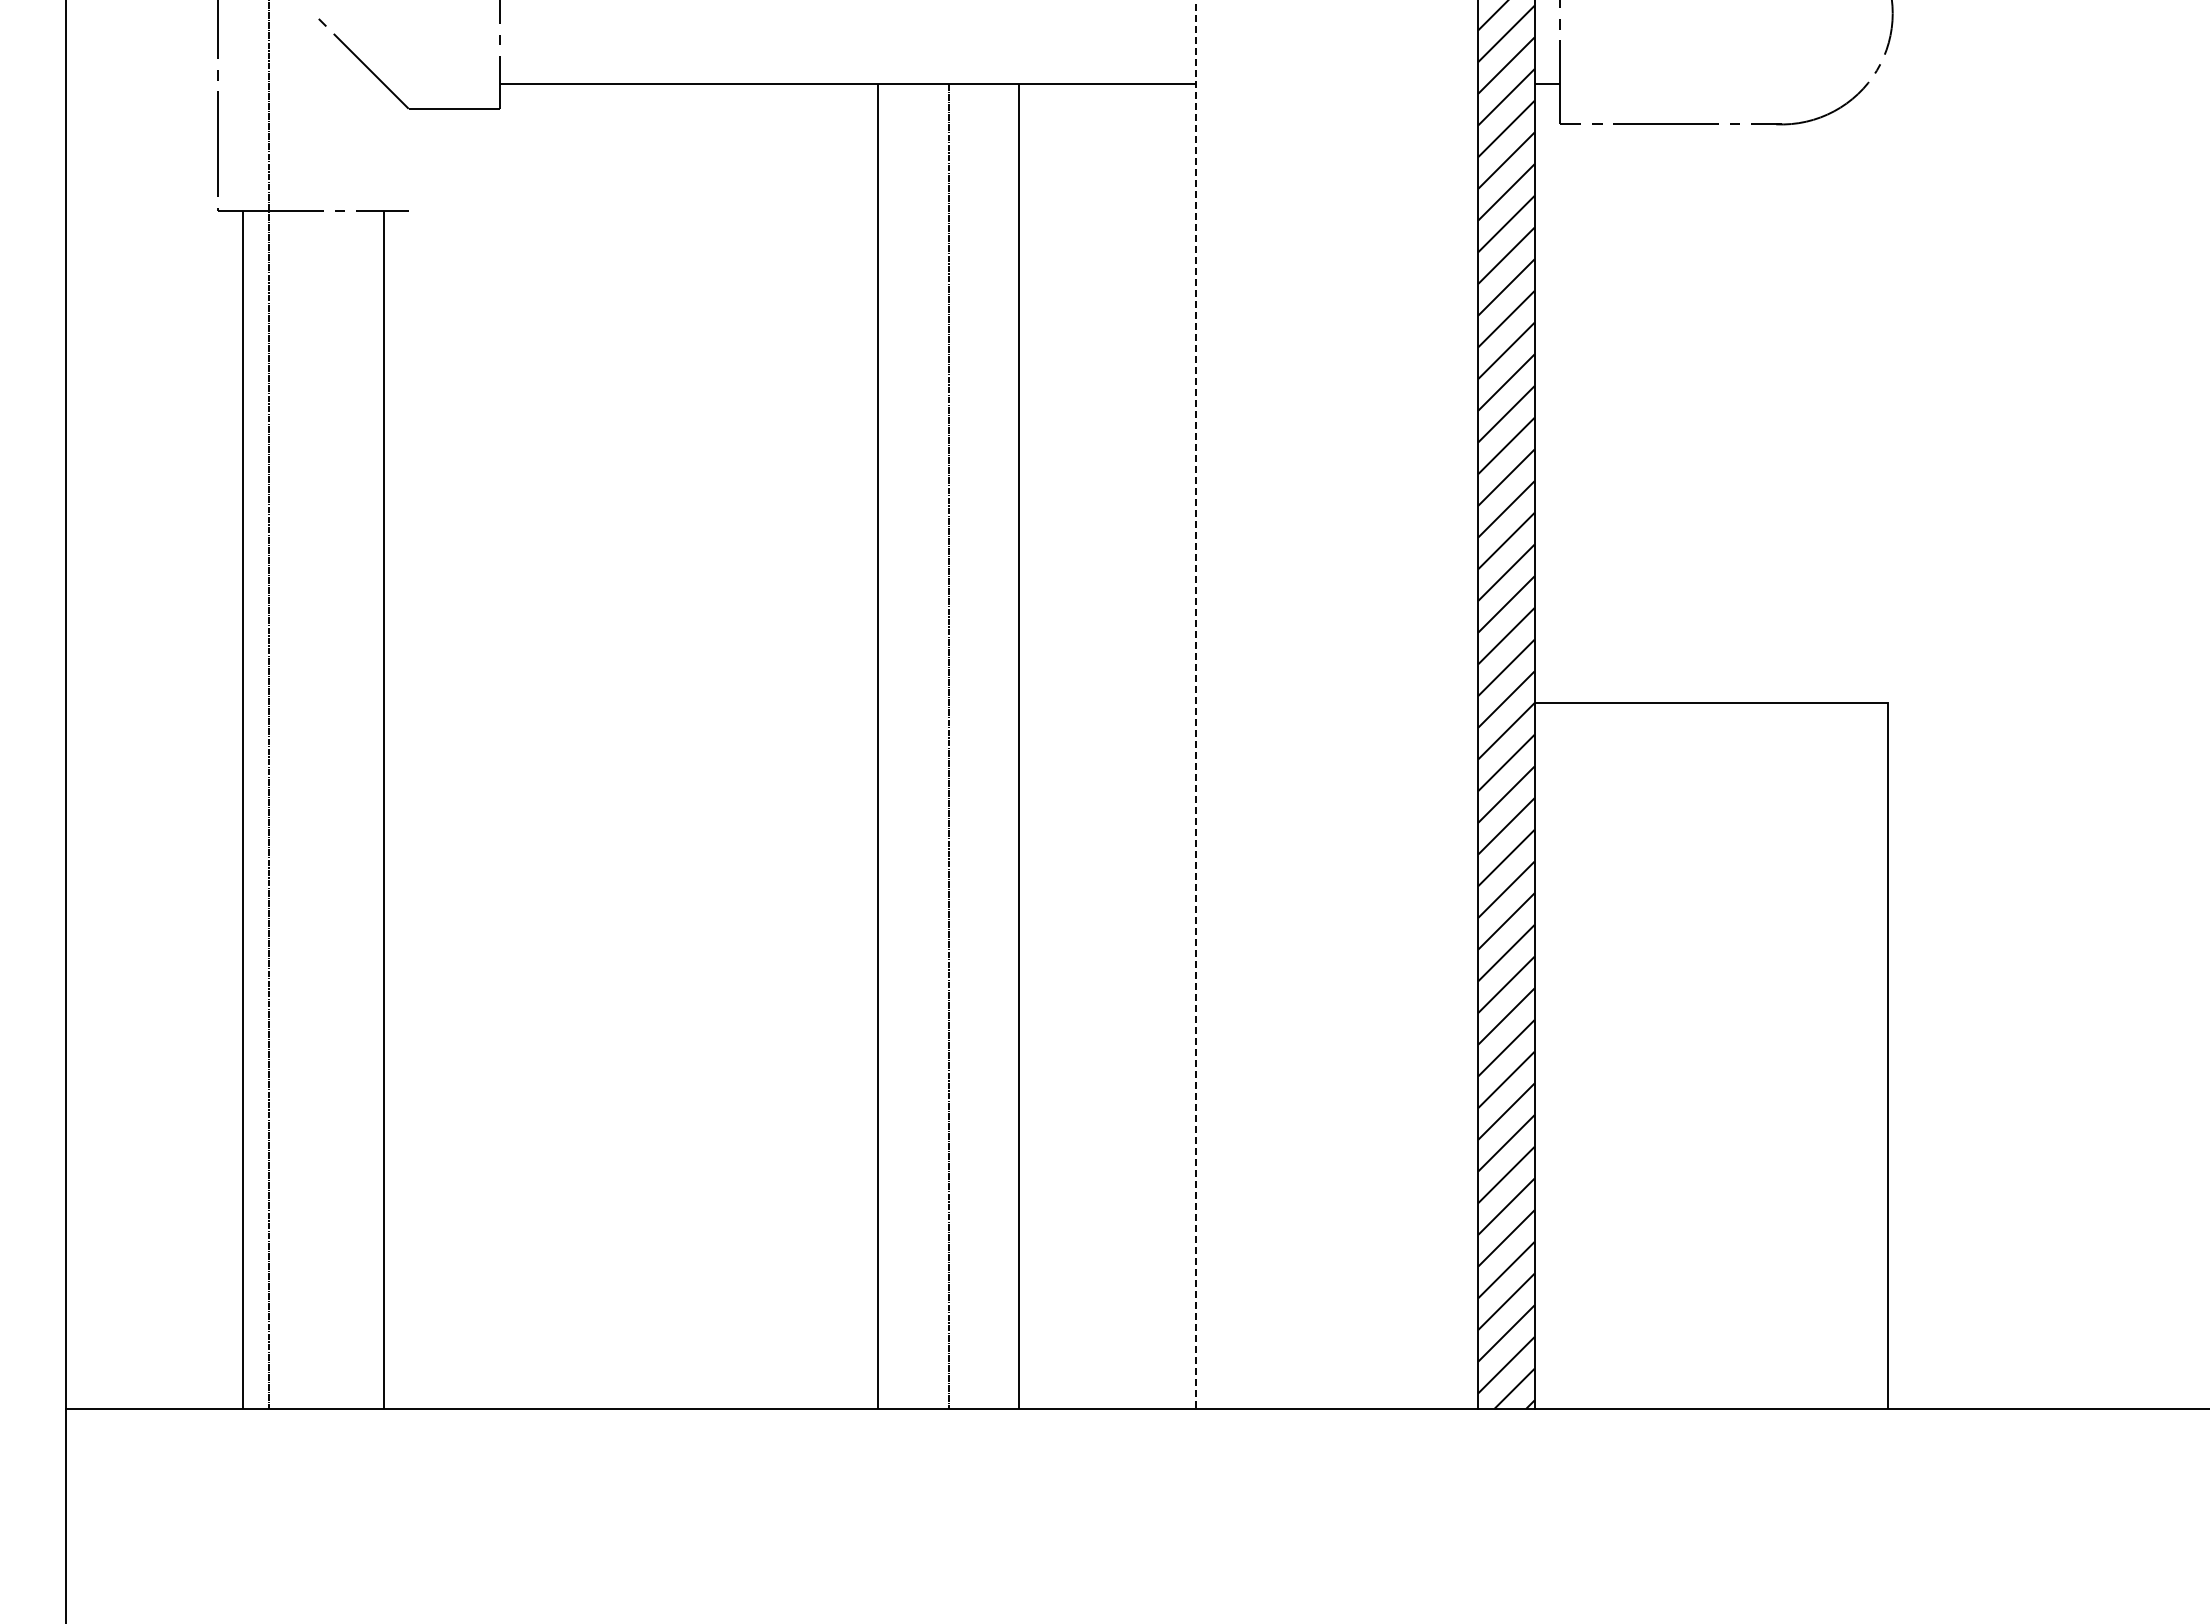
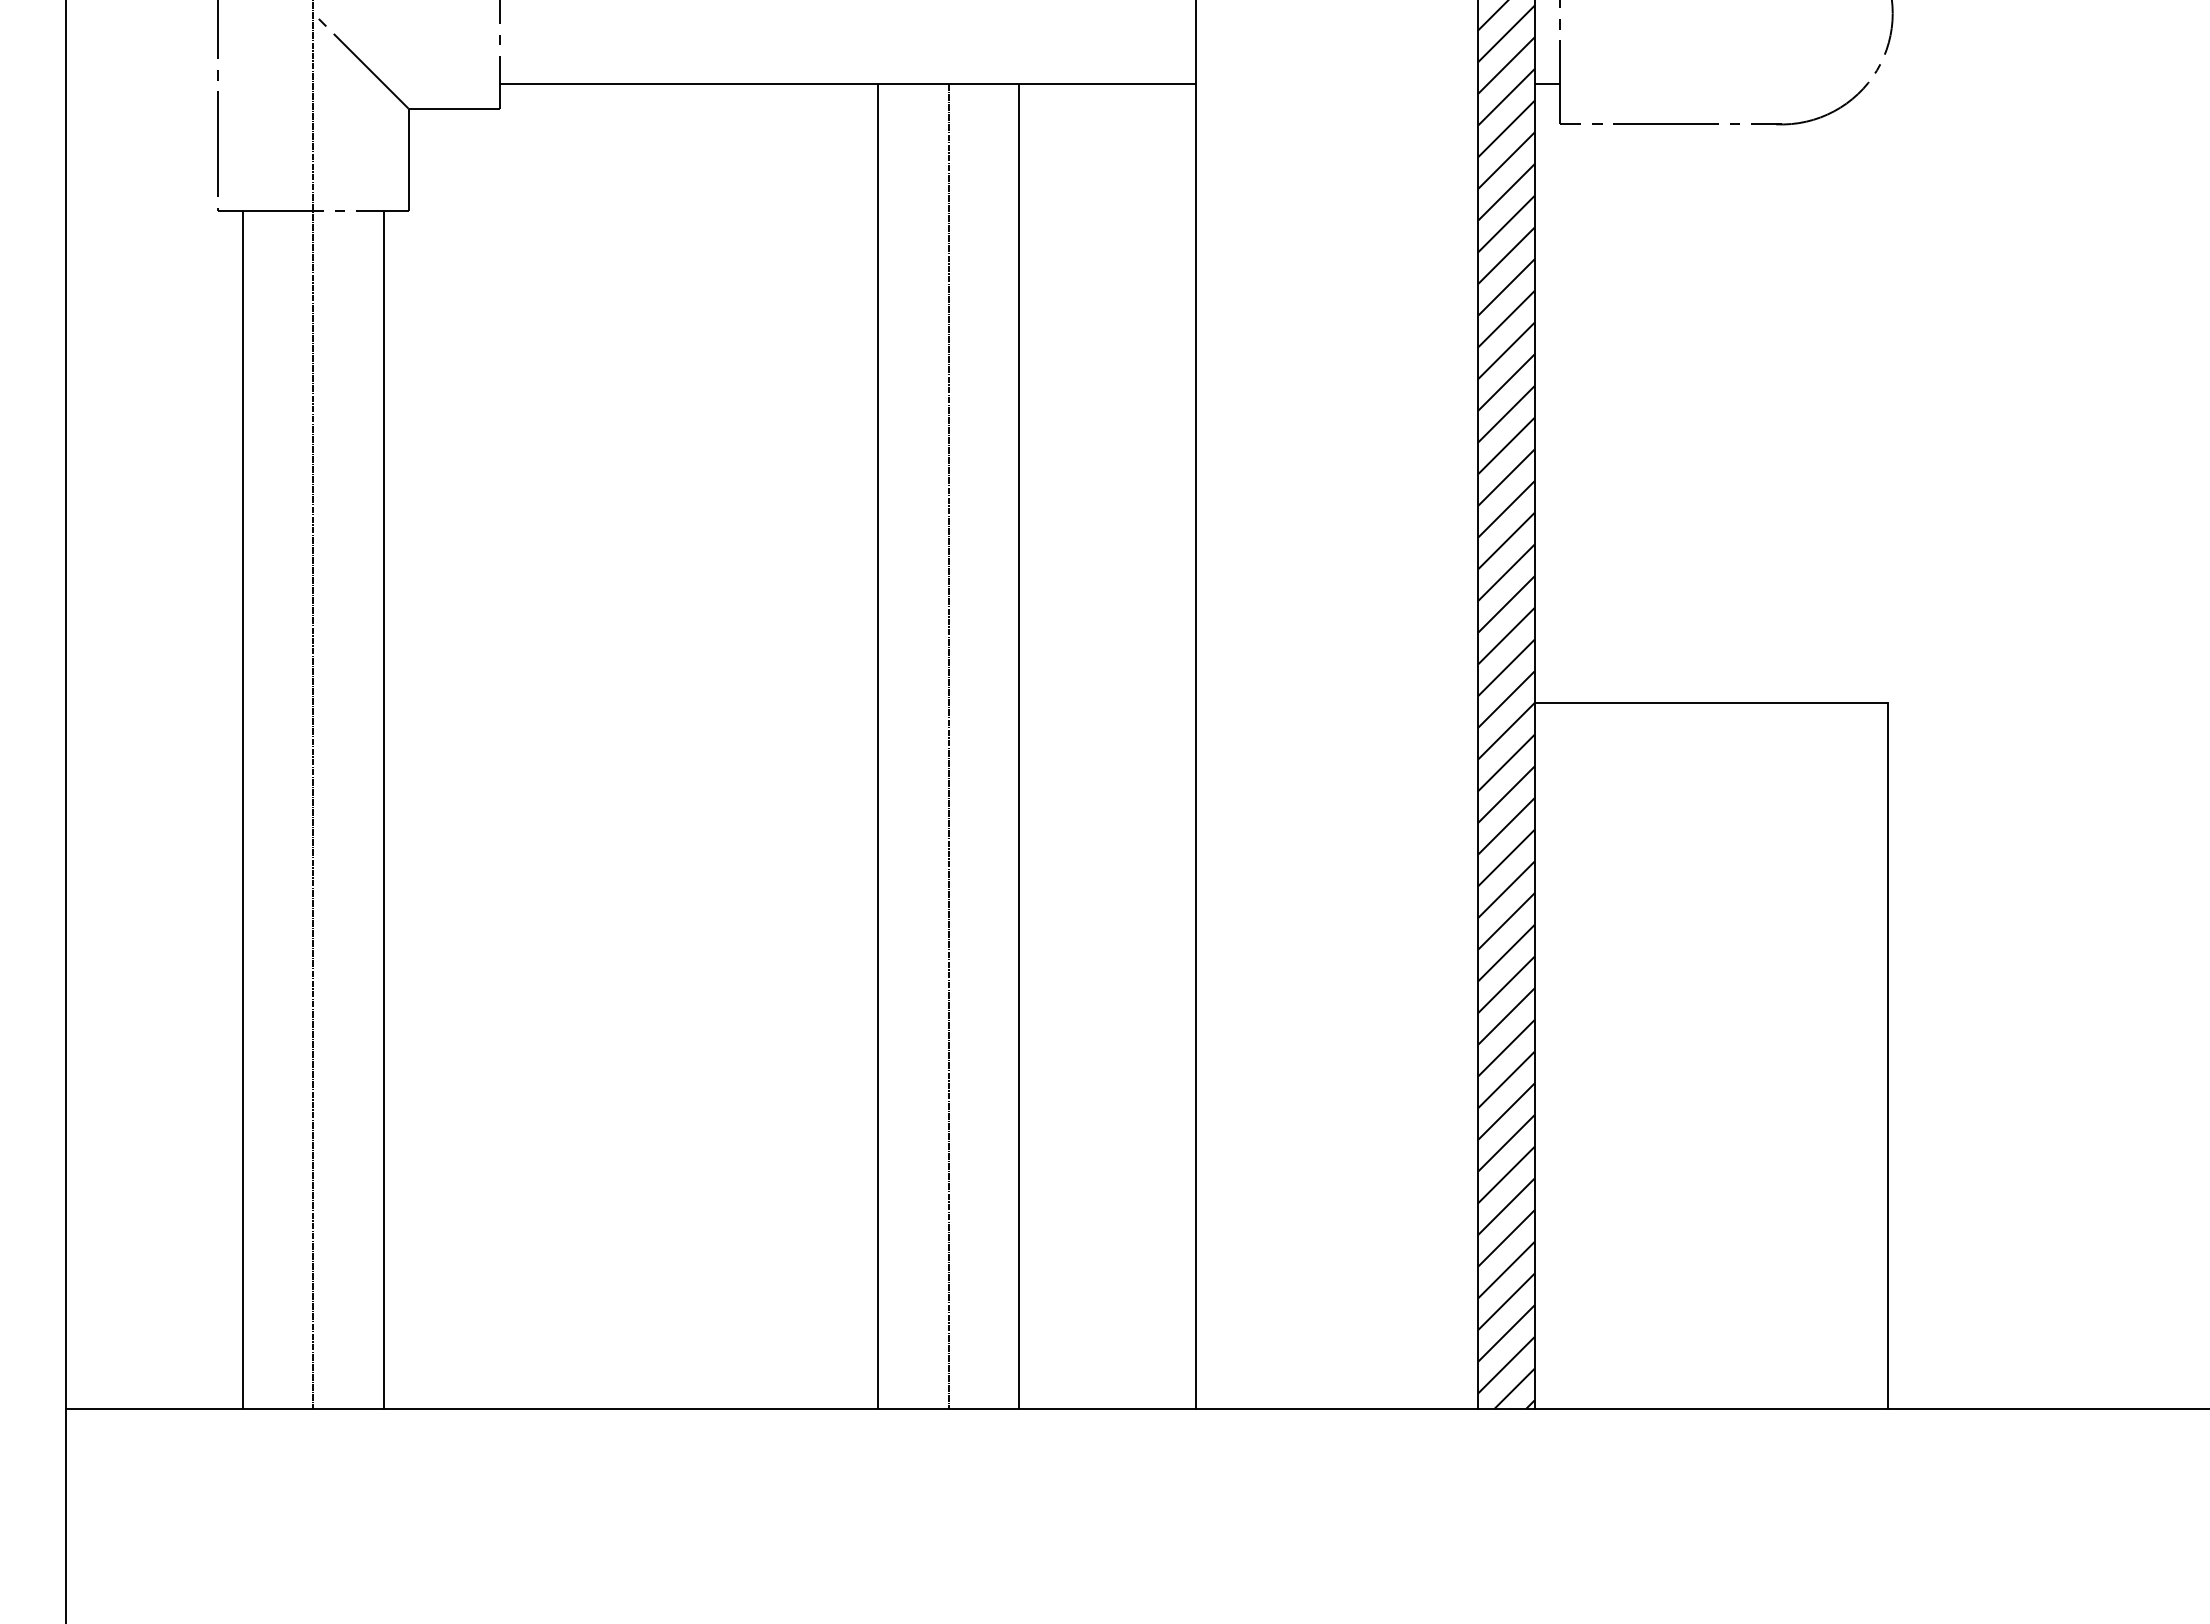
line at (408, 159): none -> present
line at (1195, 704): dashed -> solid
line at (269, 705) position: (269, 705) -> (313, 705)
